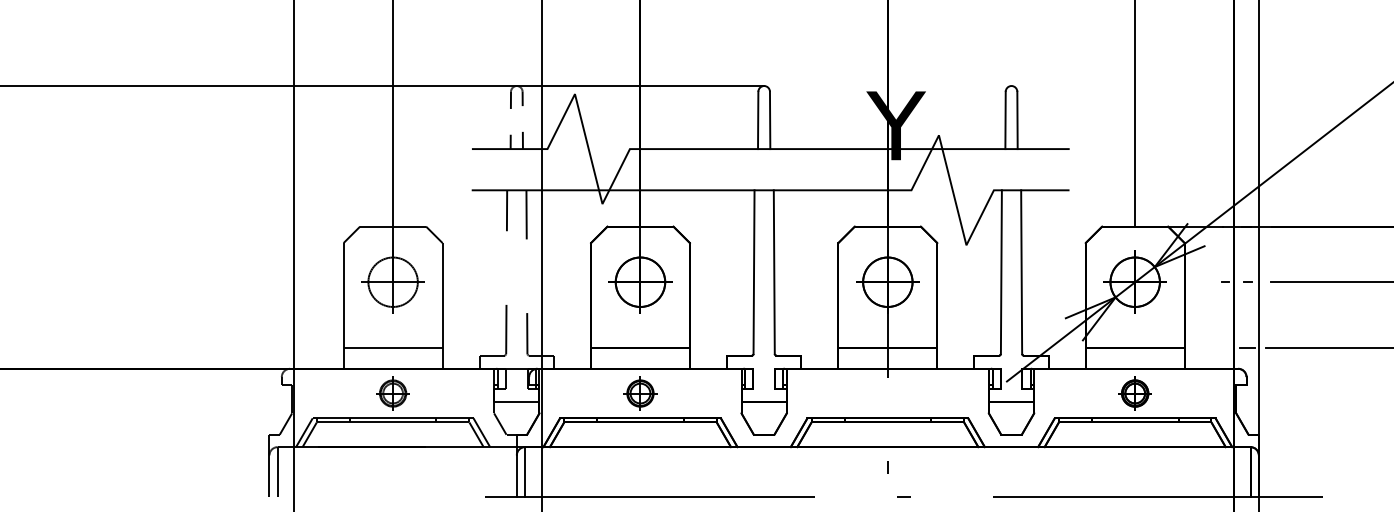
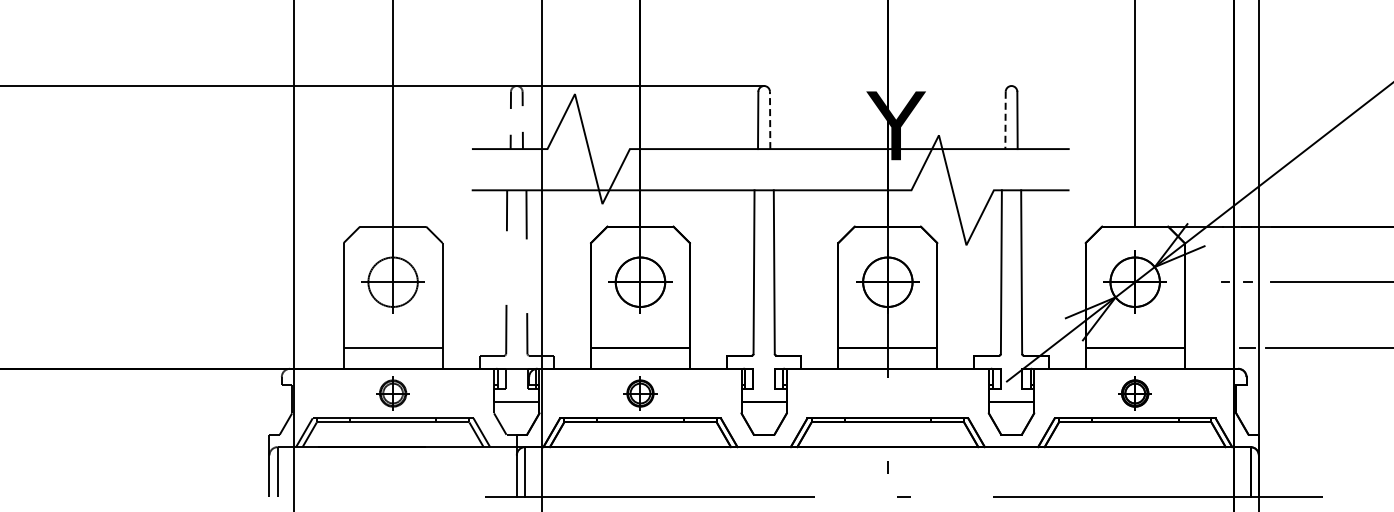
line at (770, 120): solid -> dashed
line at (1005, 120): solid -> dashed
